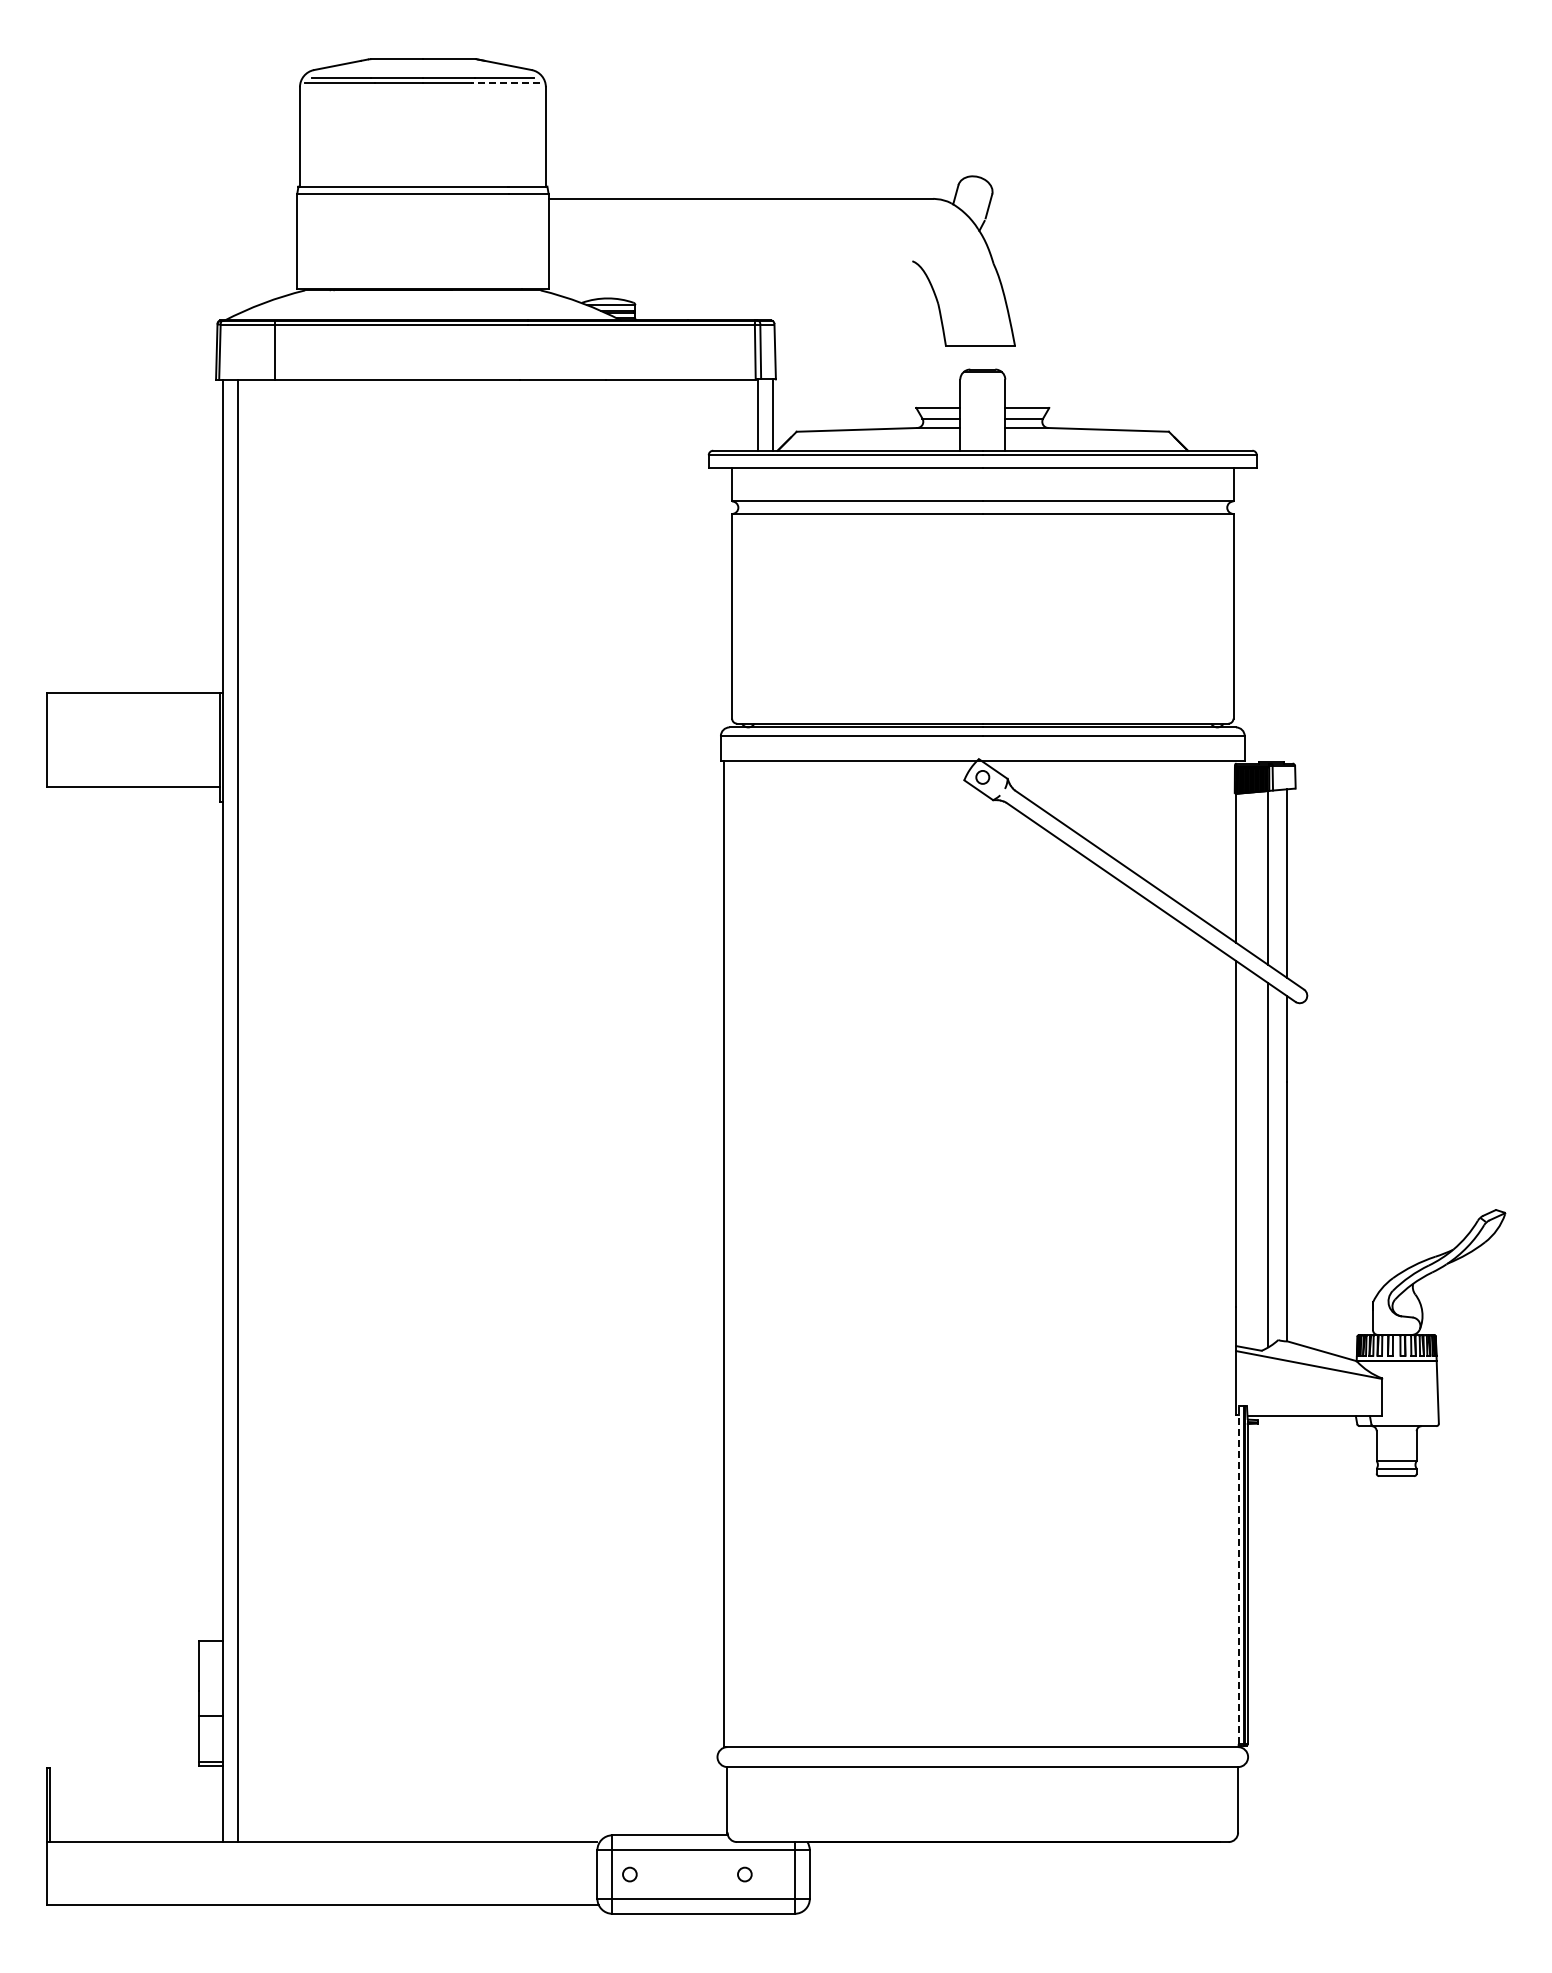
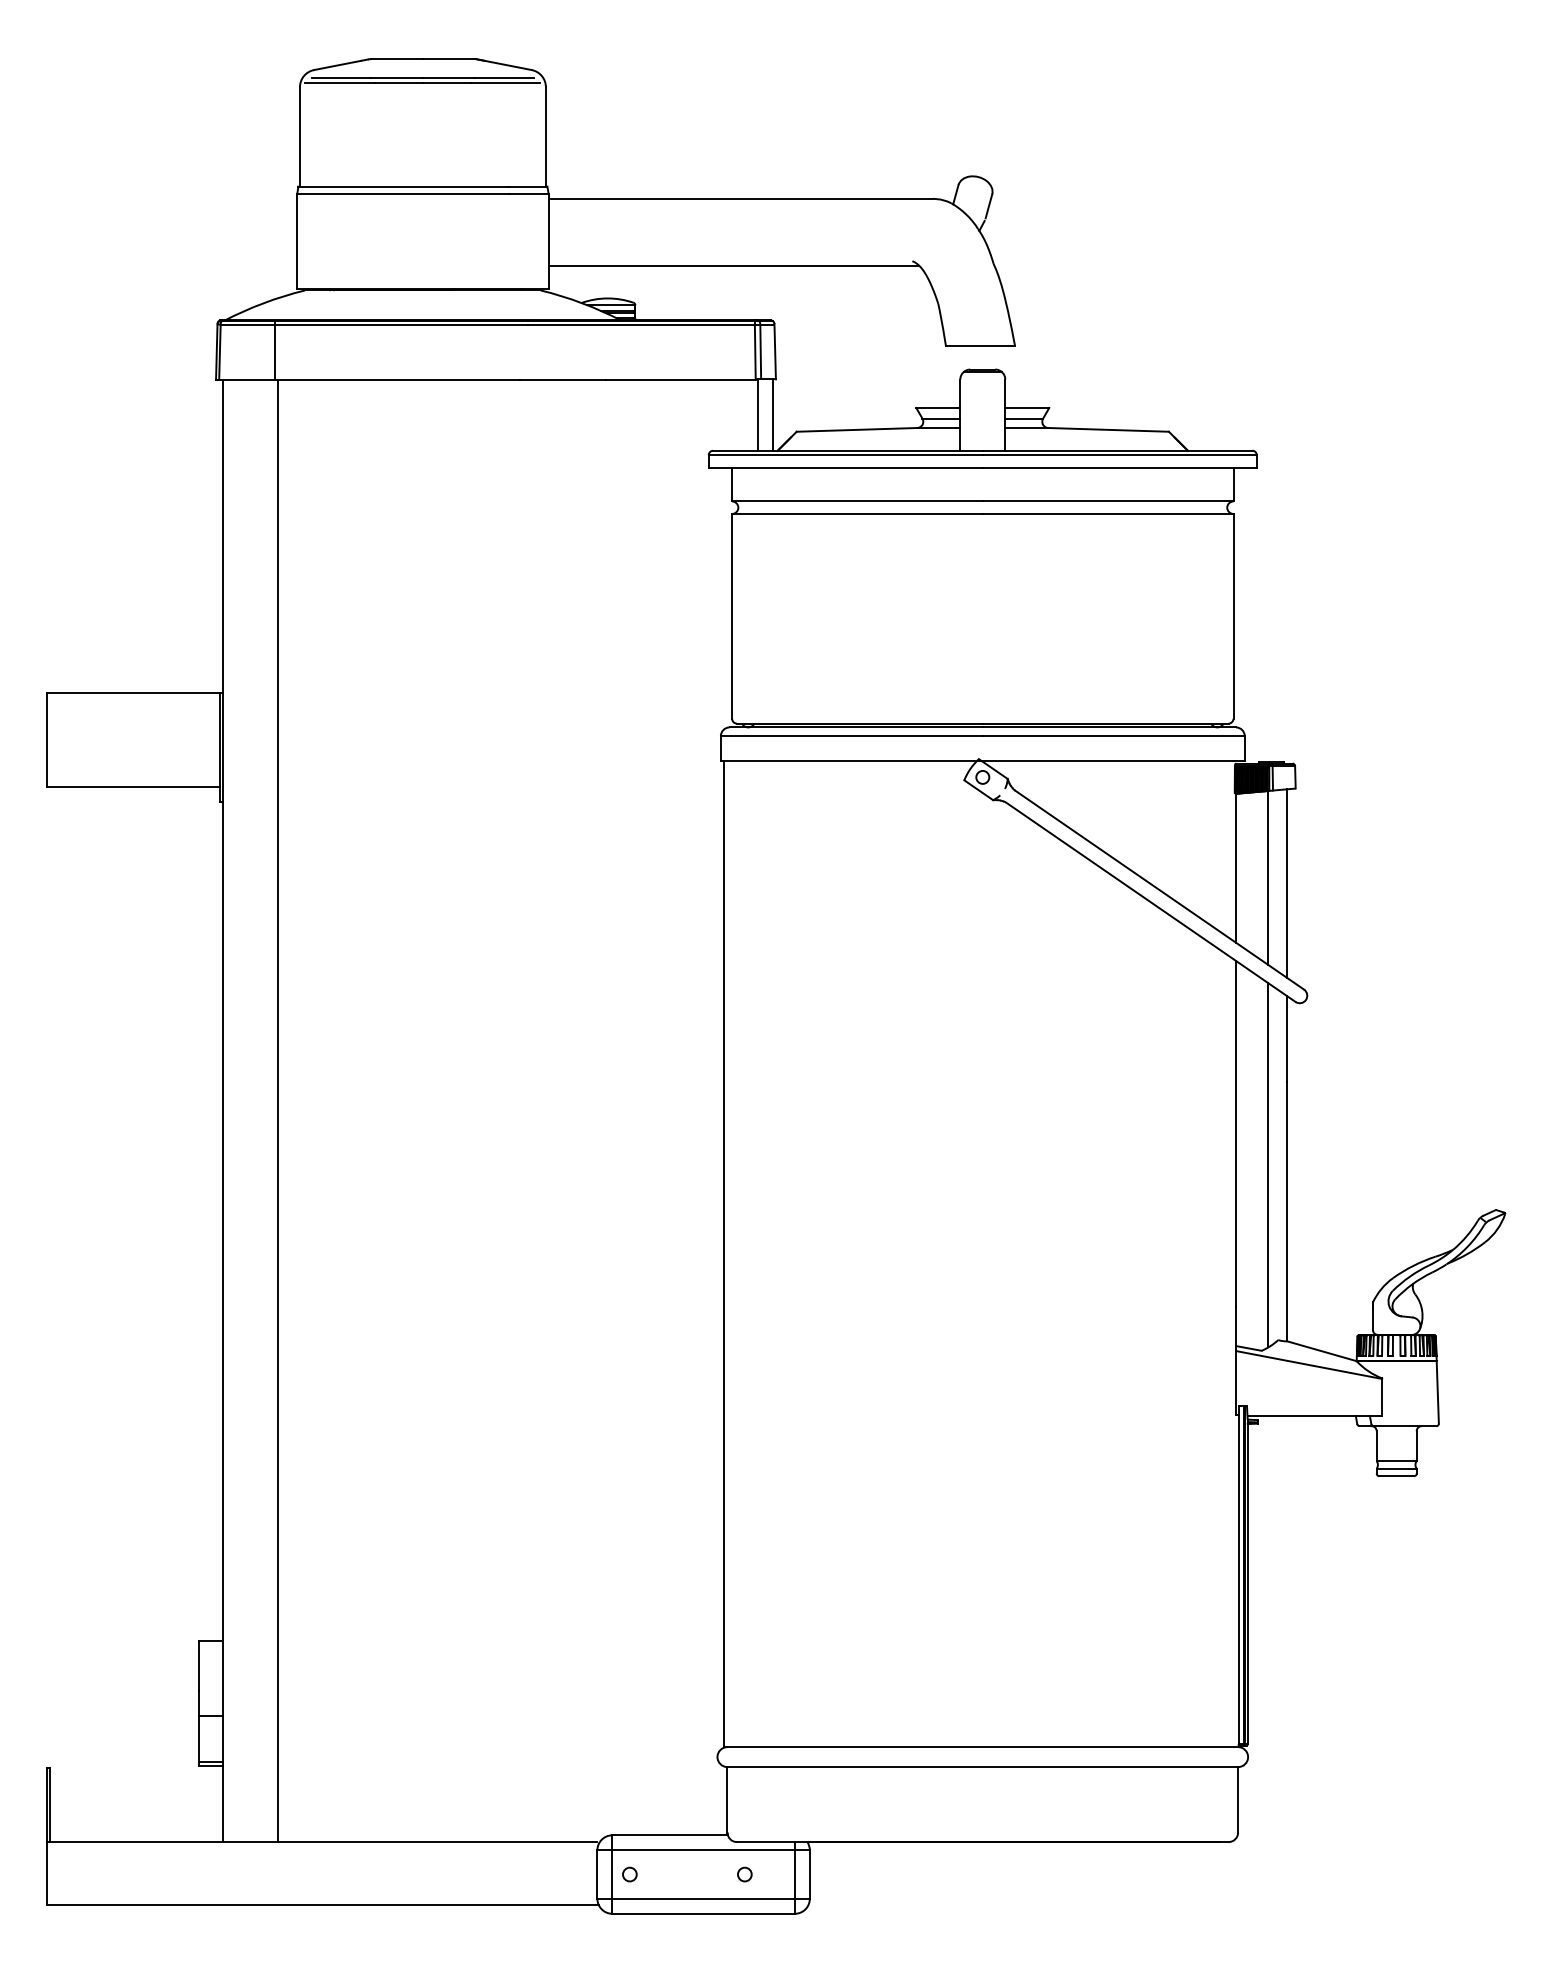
line at (505, 83): dashed -> solid
line at (733, 265): none -> present
line at (237, 1110) position: (237, 1110) -> (277, 1110)
line at (1238, 1574): dashed -> solid
